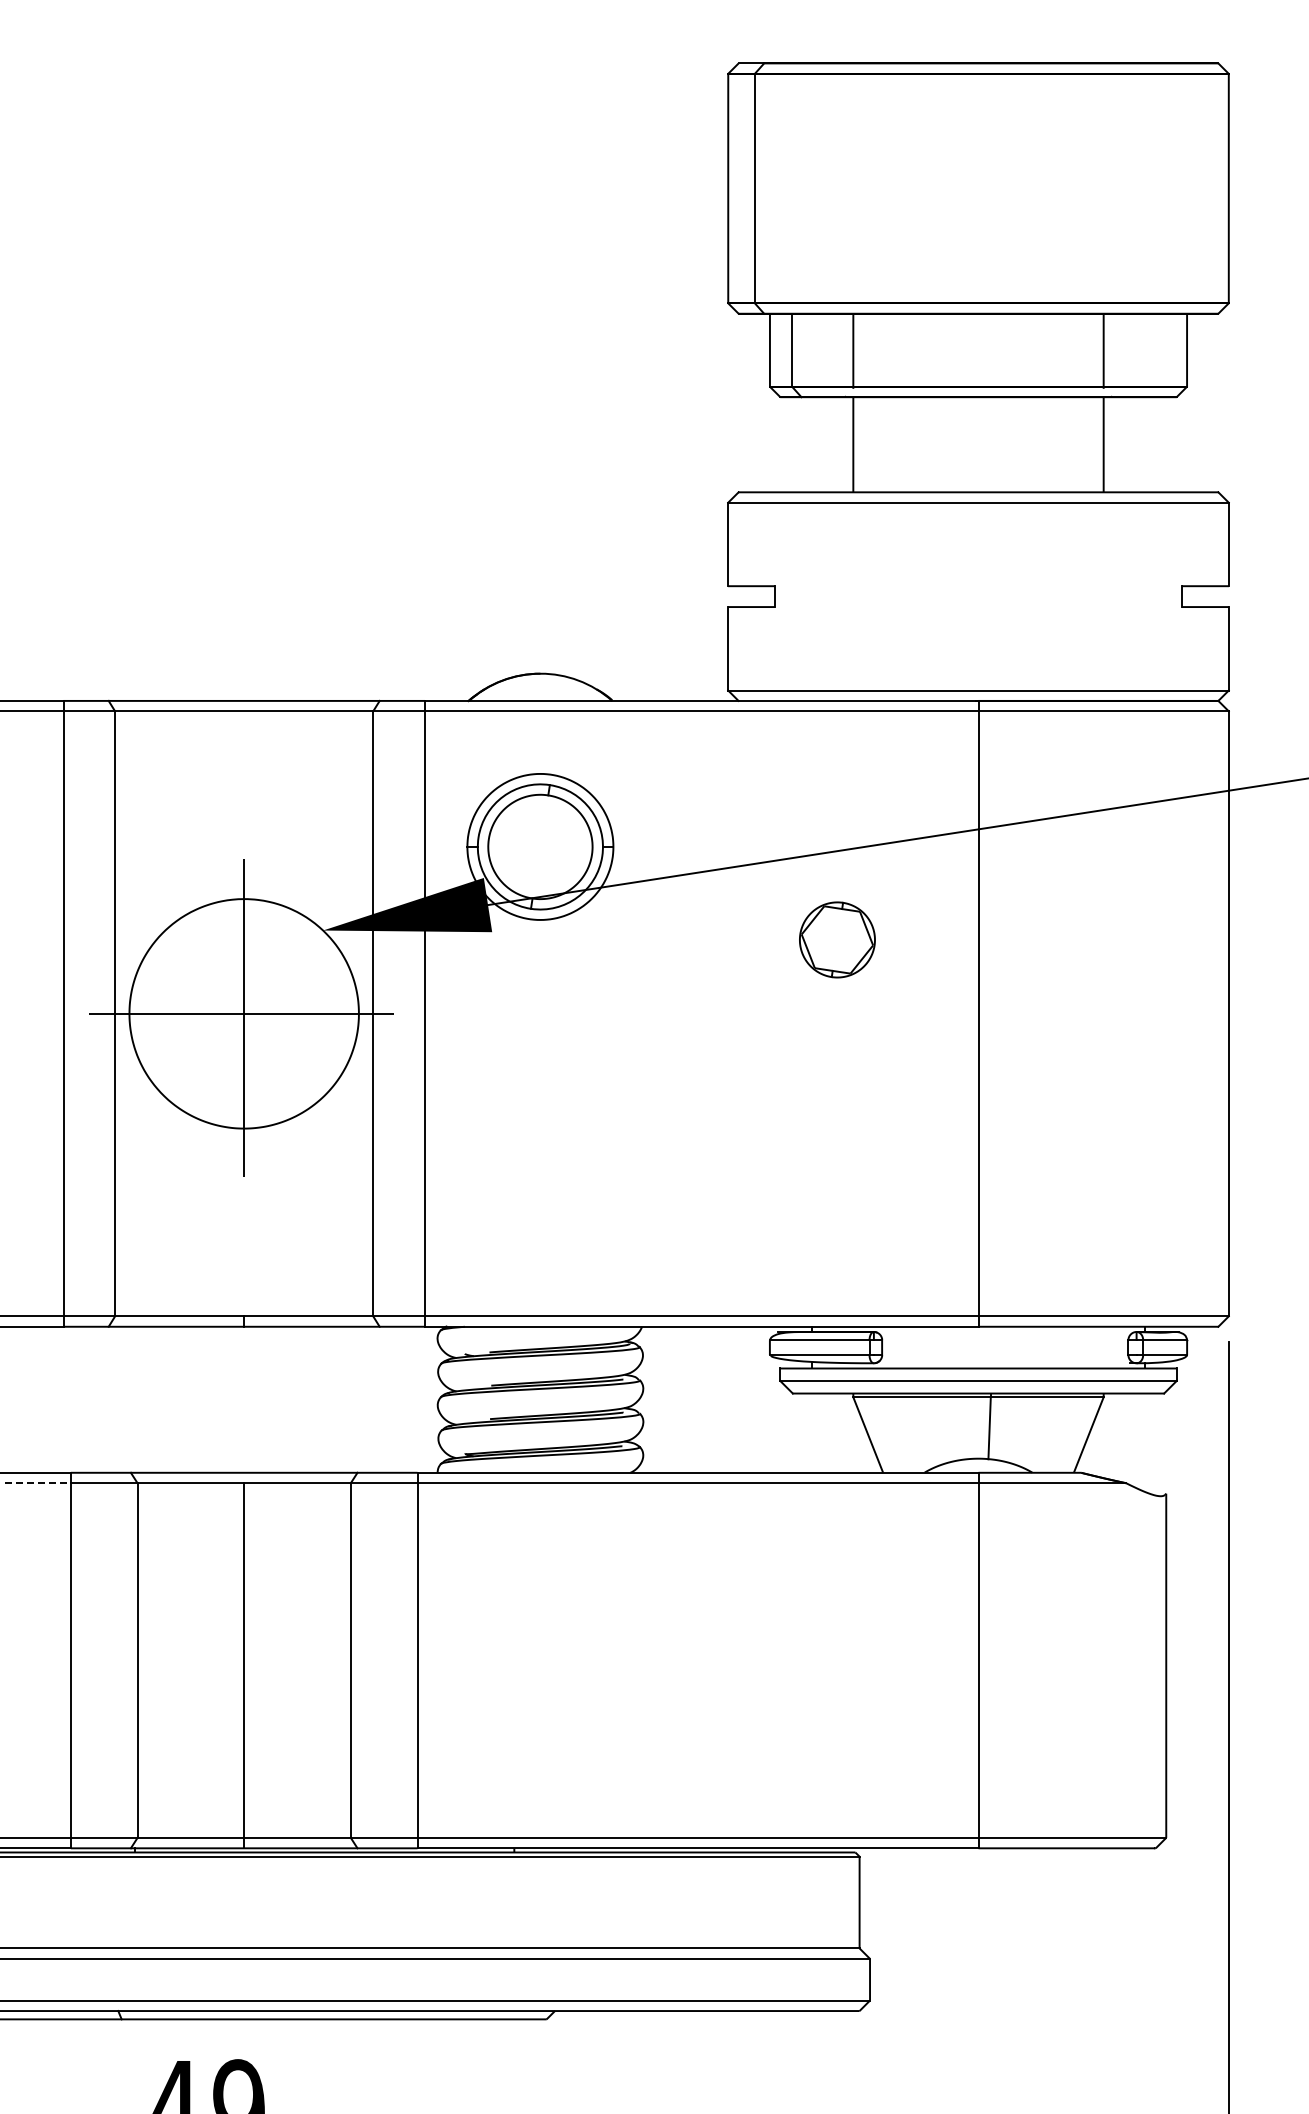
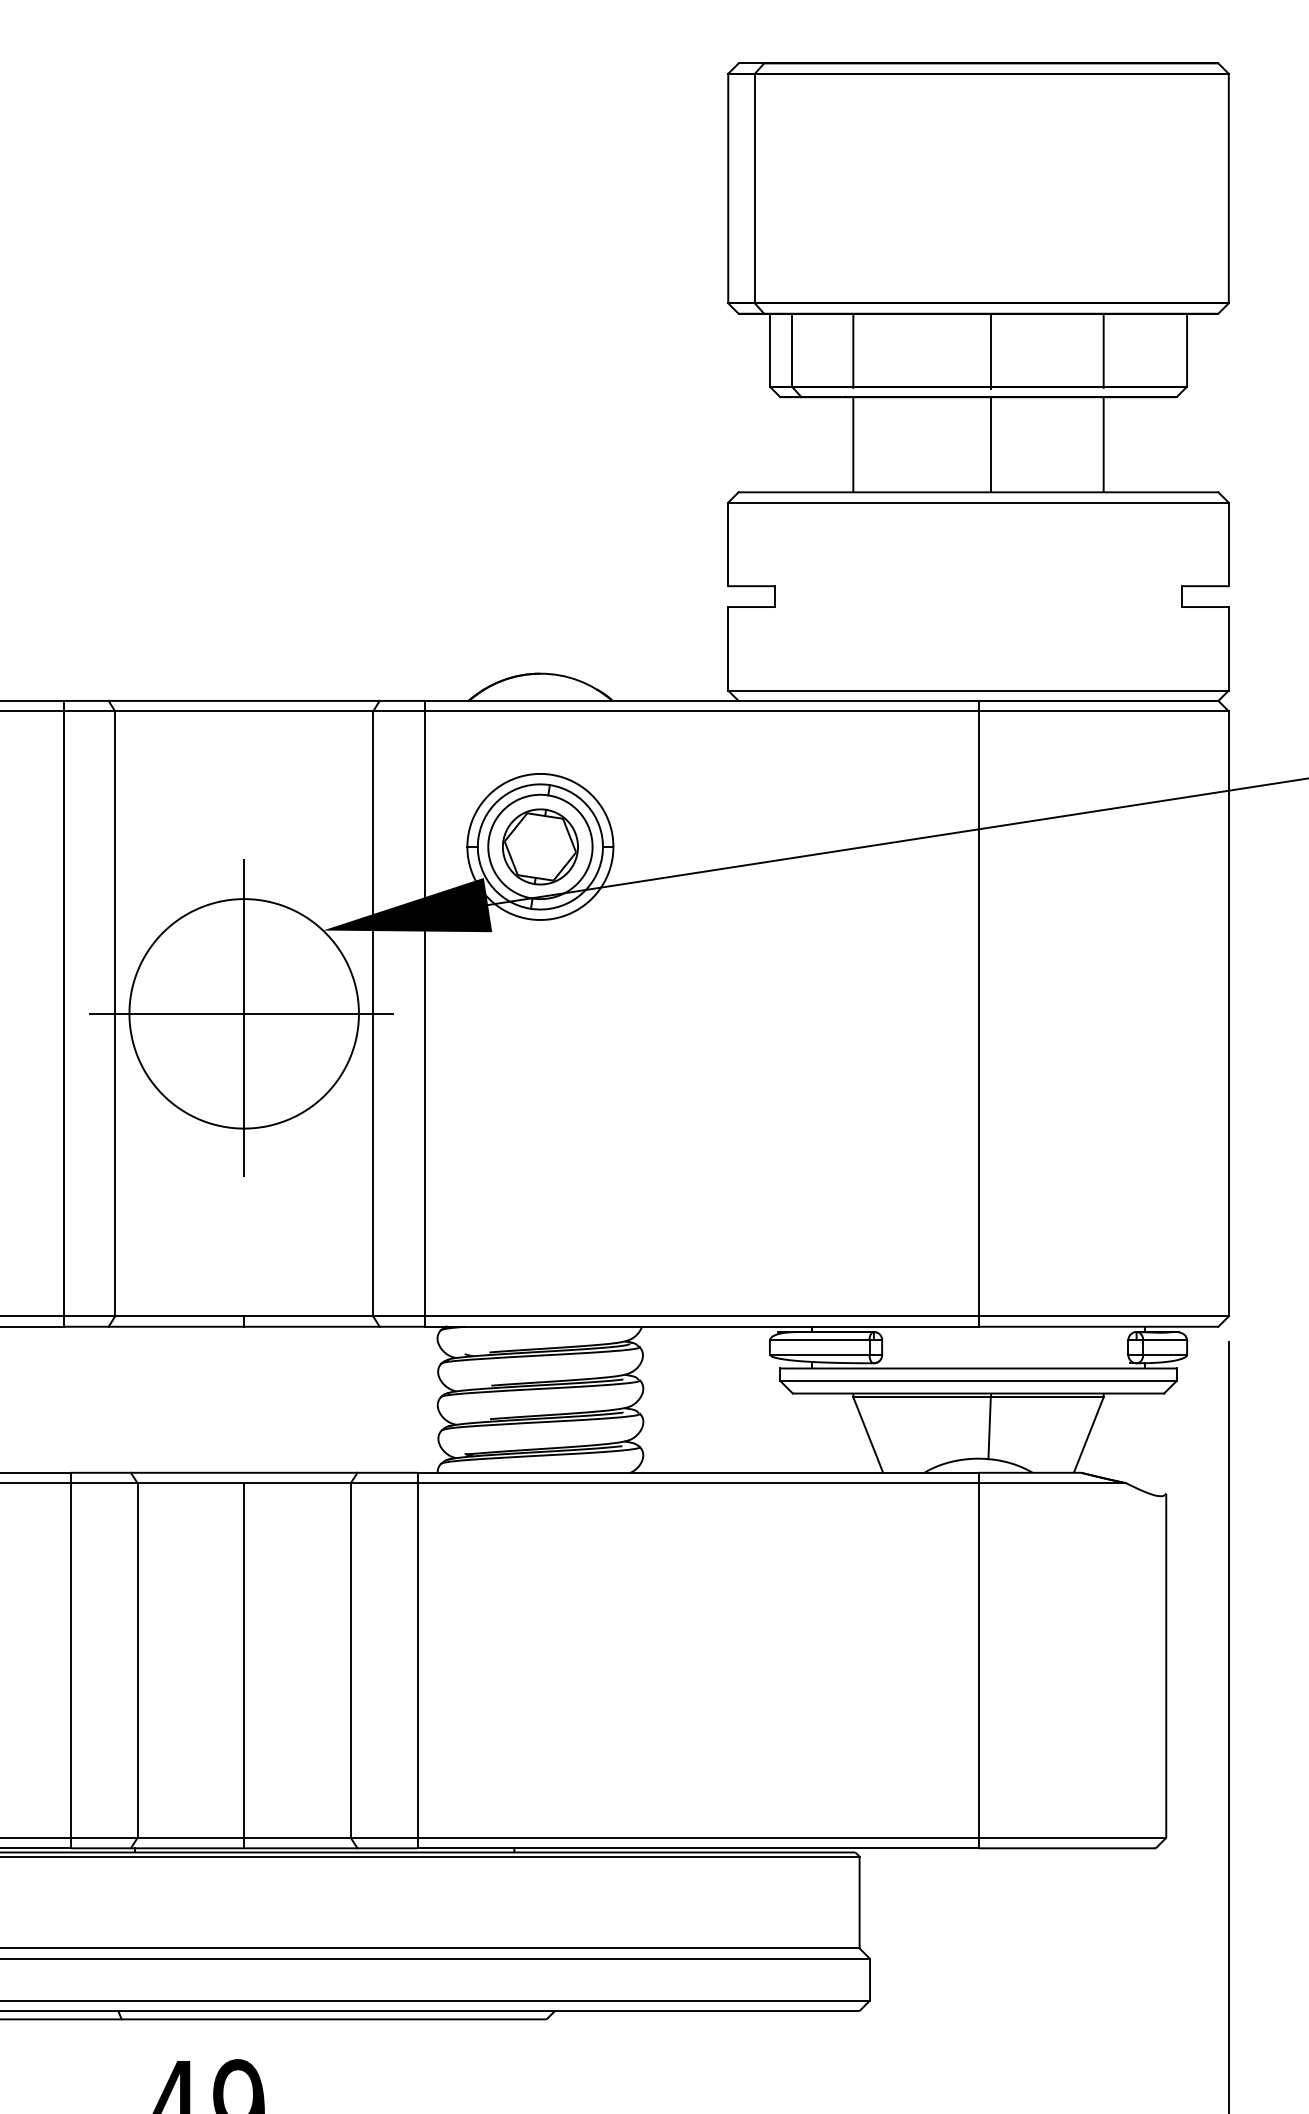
line at (990, 350): none -> present
line at (990, 444): none -> present
part at (837, 939) position: (837, 939) -> (540, 846)
line at (35, 1483): dashed -> solid
